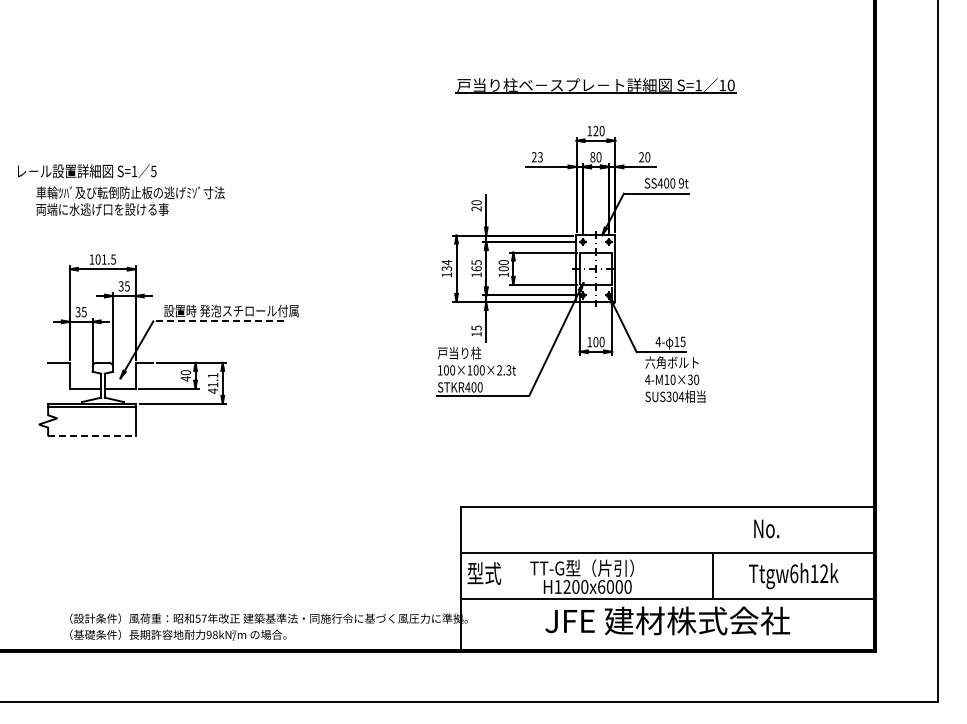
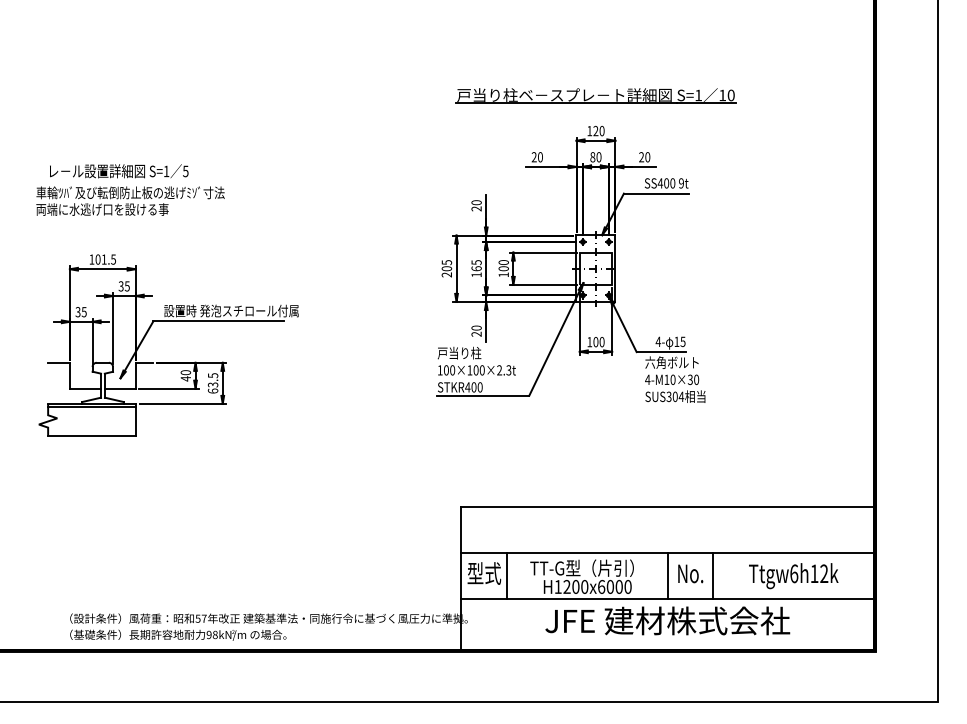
part at (595, 85) position: (595, 85) -> (595, 95)
text at (540, 157): 23 -> 20
text at (87, 171) position: (87, 171) -> (119, 171)
text at (446, 268): 134 -> 205
line at (218, 321): dashed -> solid
text at (476, 330): 15 -> 20
text at (212, 383): 41.1 -> 63.5
line at (92, 436): dashed -> solid
text at (766, 528) position: (766, 528) -> (690, 573)
line at (507, 576): none -> present
line at (667, 576): none -> present
